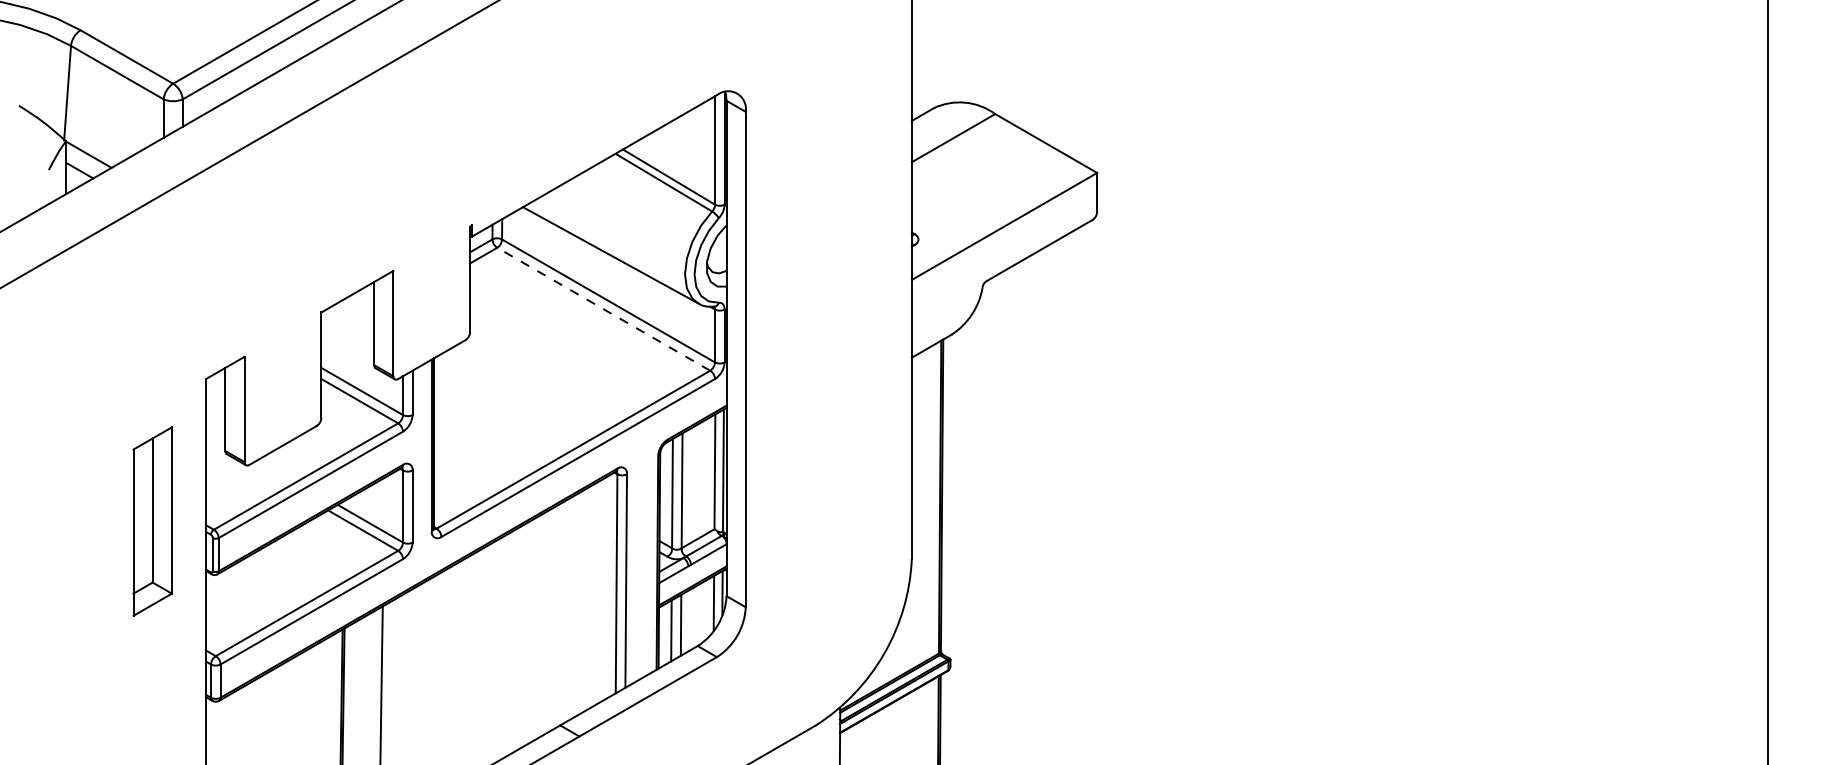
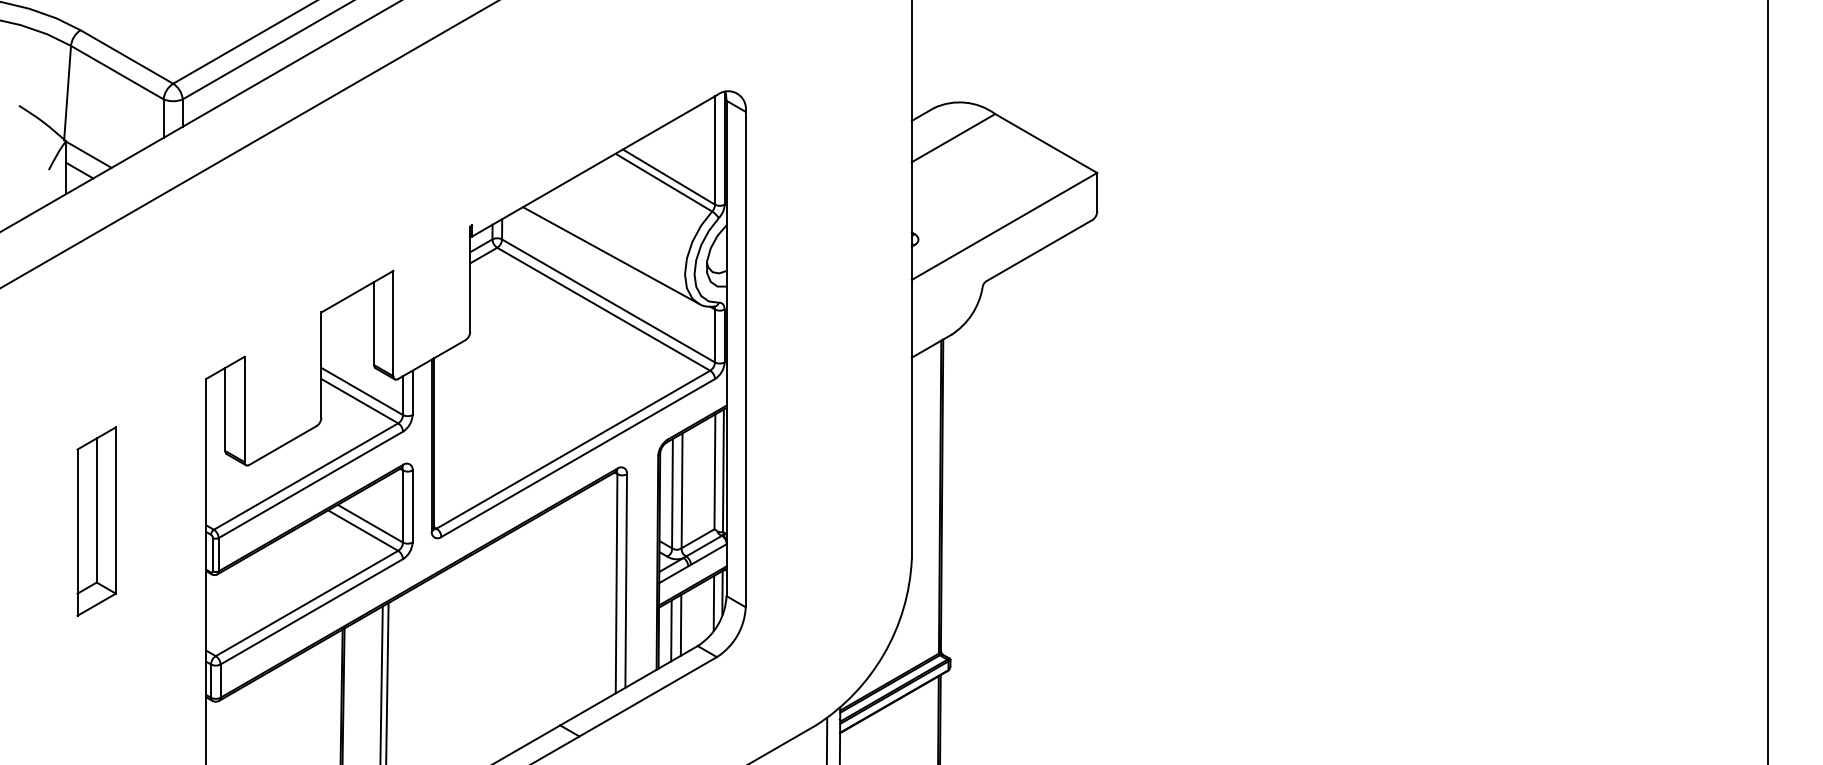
line at (603, 309): dashed -> solid
part at (152, 521) position: (152, 521) -> (96, 521)
line at (387, 682): none -> present
line at (826, 739): none -> present
